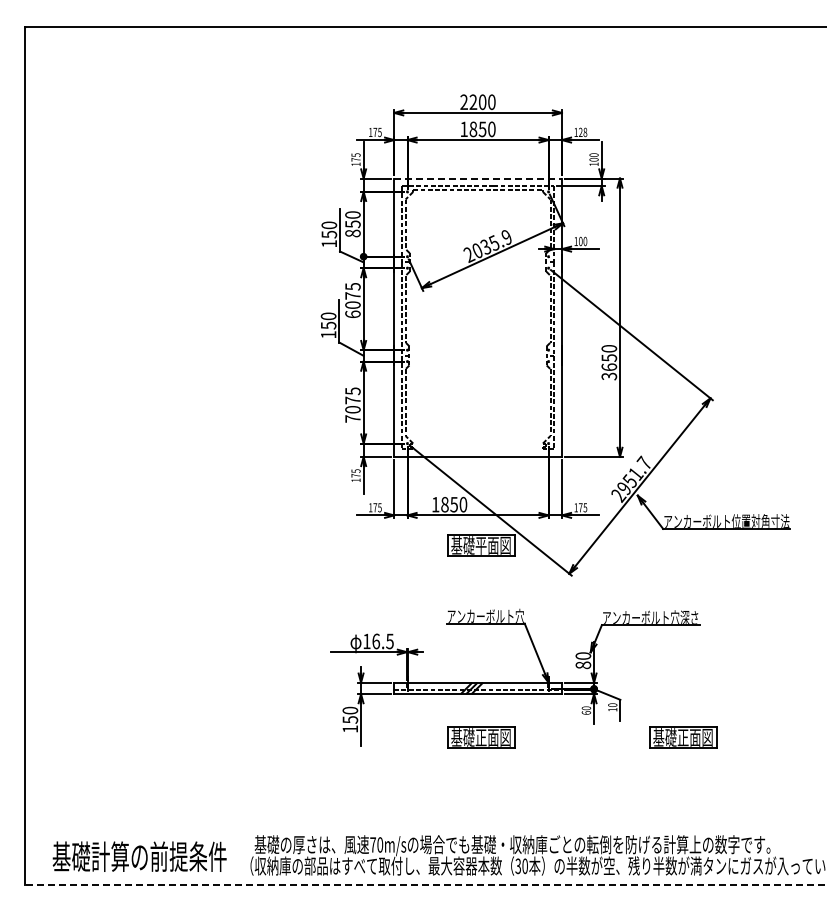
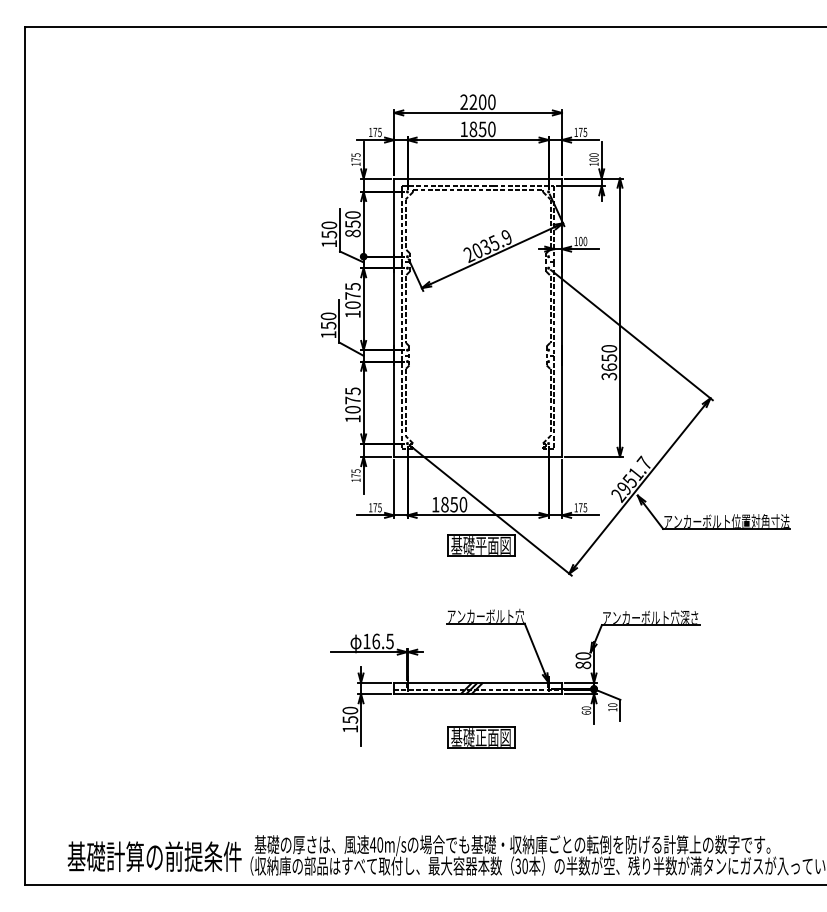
text at (582, 131): 128 -> 175
line at (478, 178): dashed -> solid
text at (352, 313): 6075 -> 1075
text at (352, 418): 7075 -> 1075
part at (683, 737): present -> none
text at (372, 844): 70m/s -> 40m/s
text at (139, 856) position: (139, 856) -> (154, 856)
line at (425, 884): dashed -> solid
